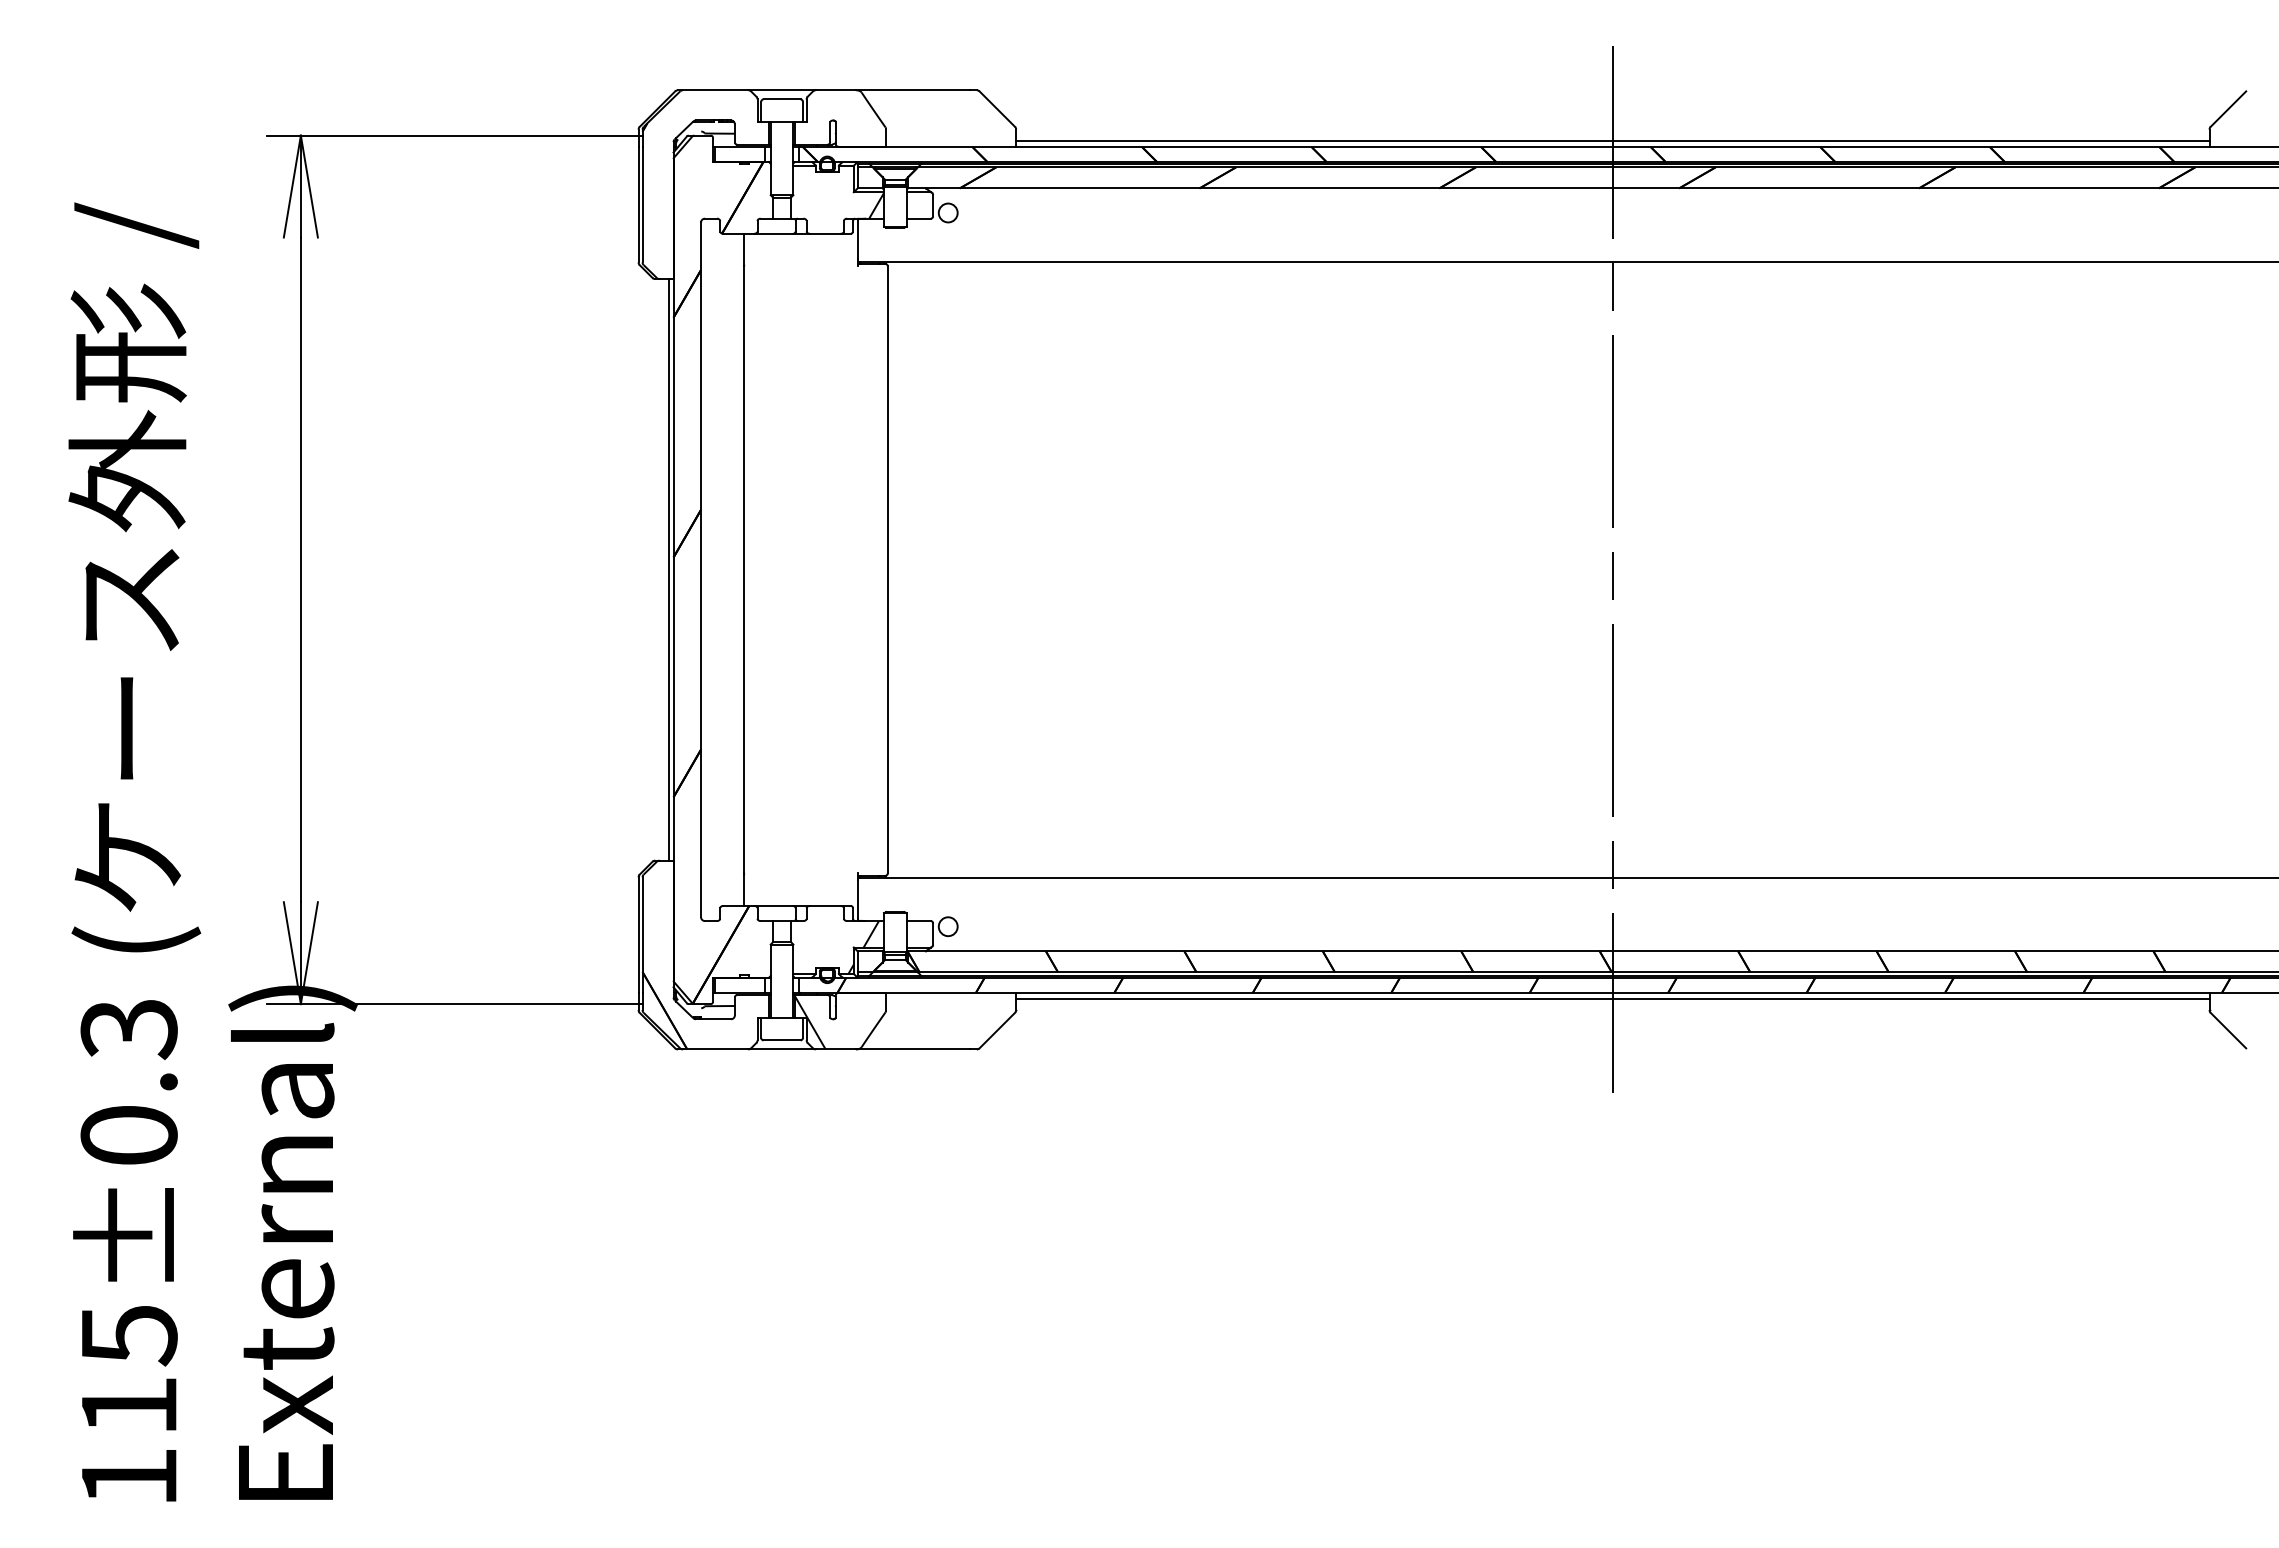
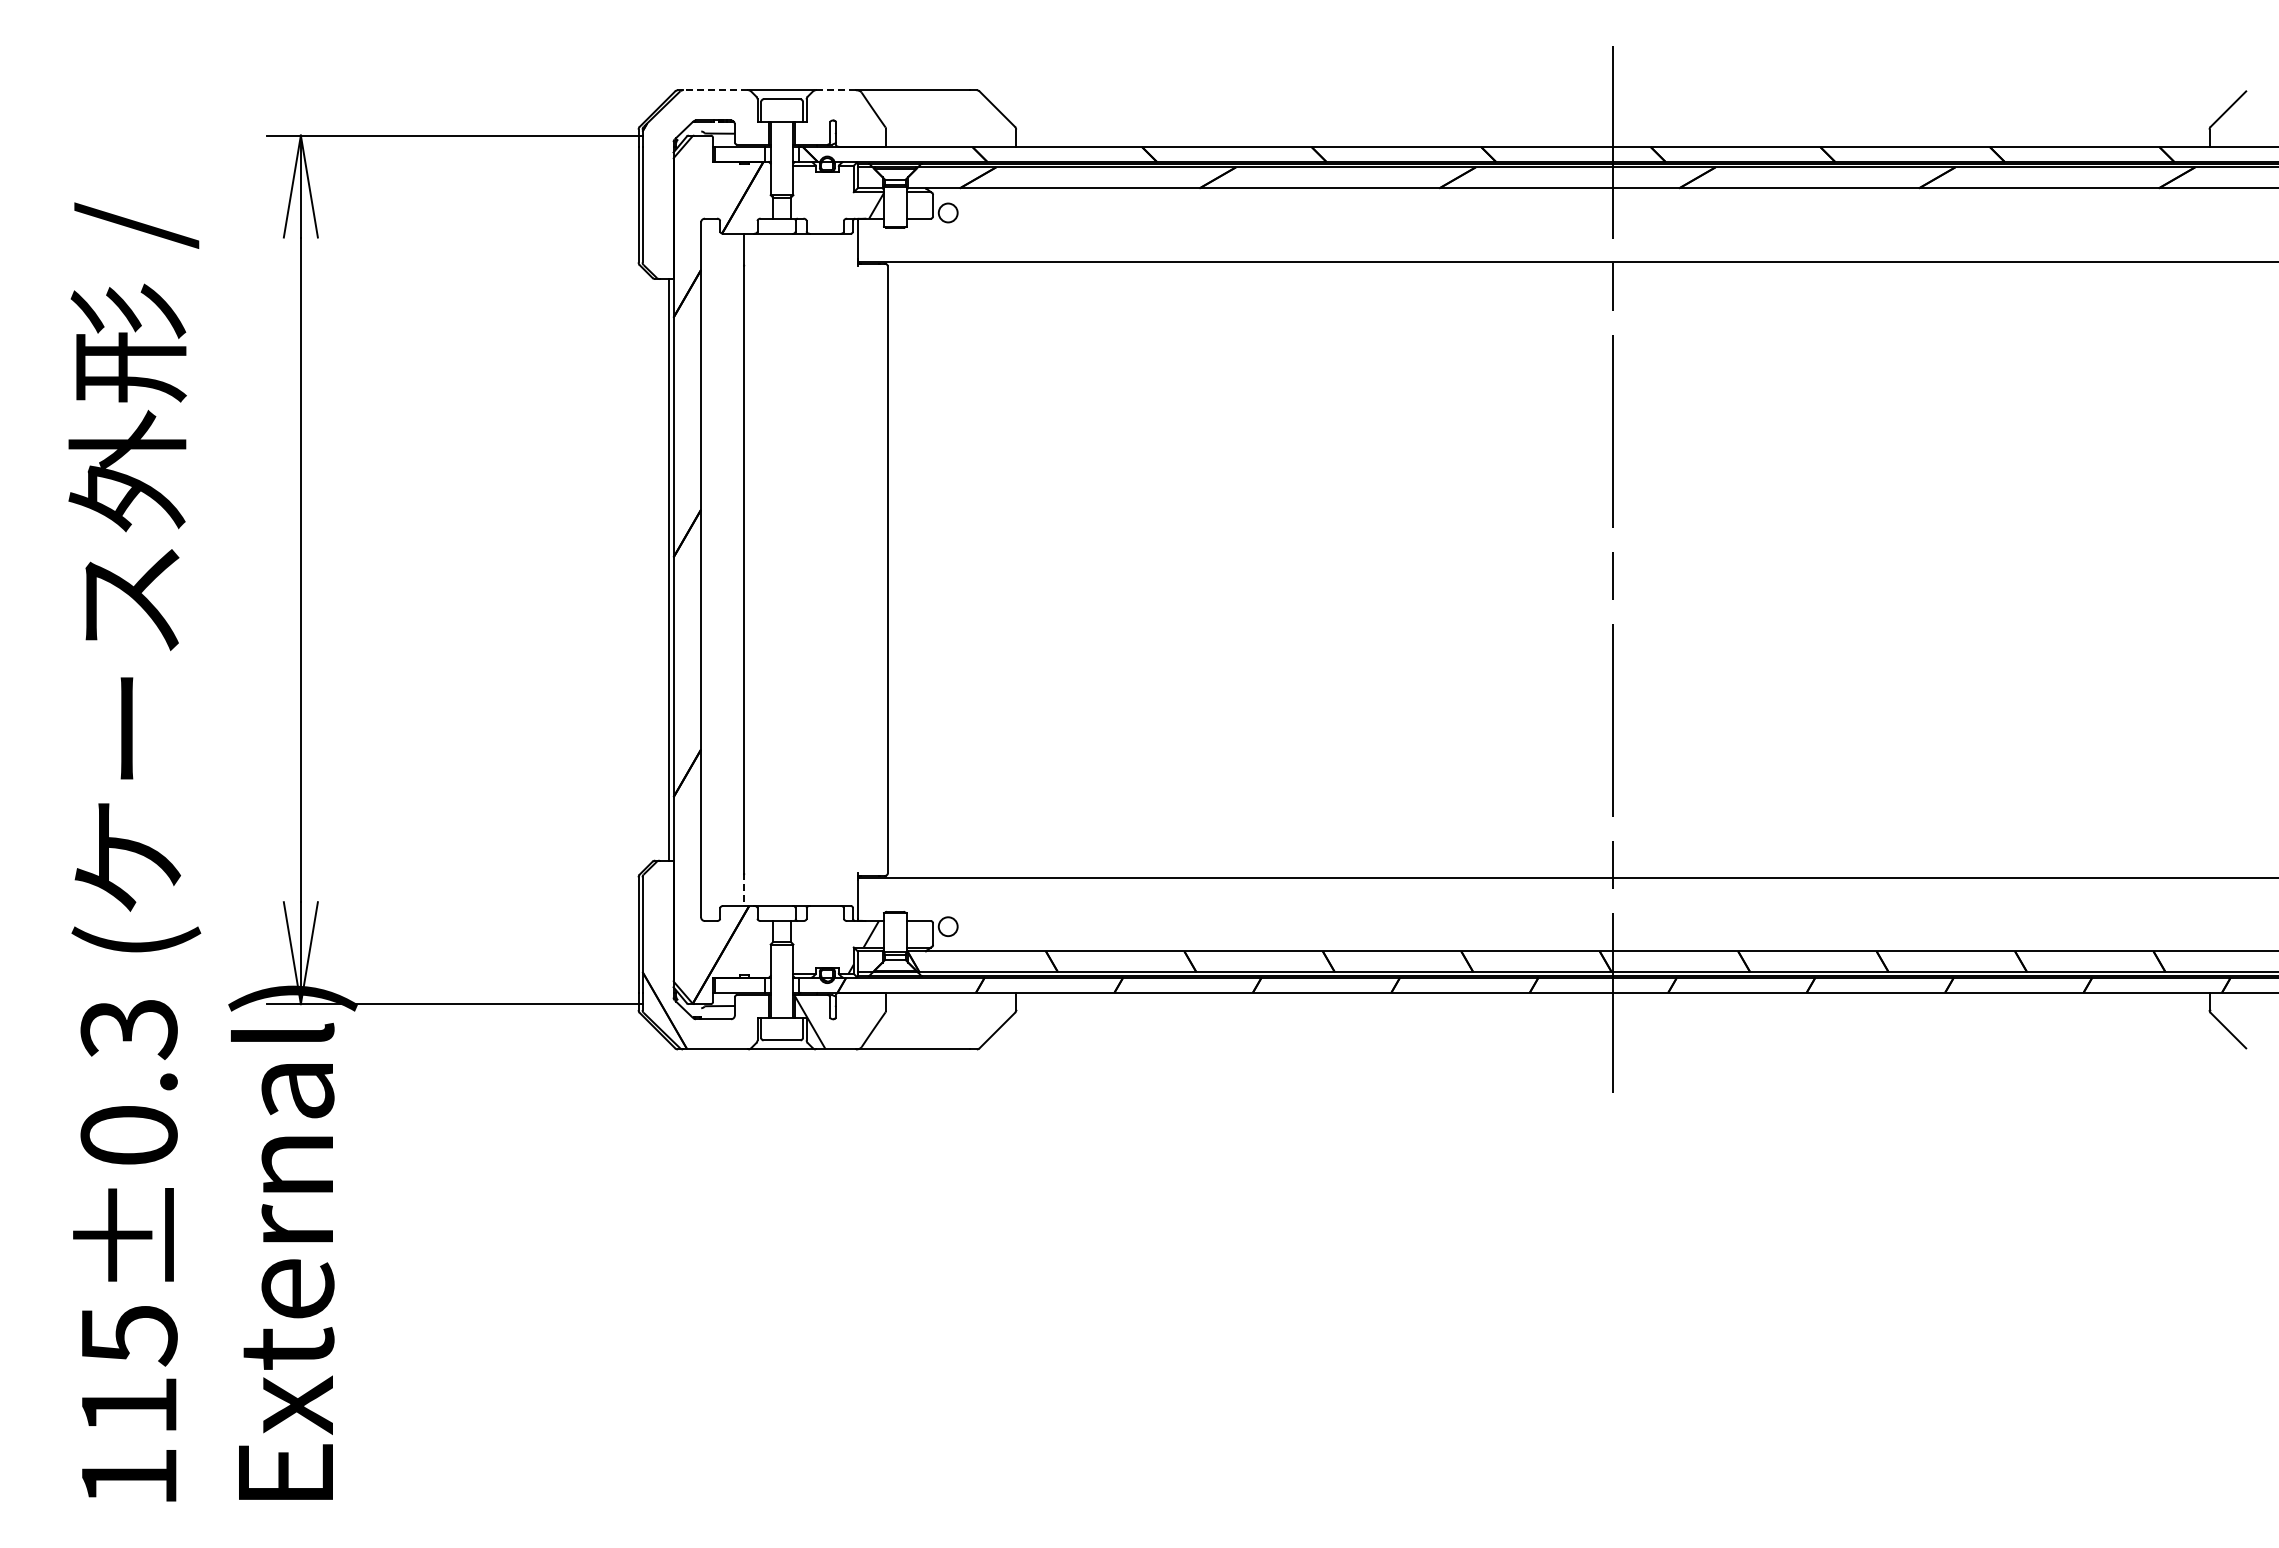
line at (715, 90): solid -> dashed
line at (835, 90): solid -> dashed
line at (1612, 140): present -> none
line at (743, 890): solid -> dashed
line at (1612, 998): present -> none
